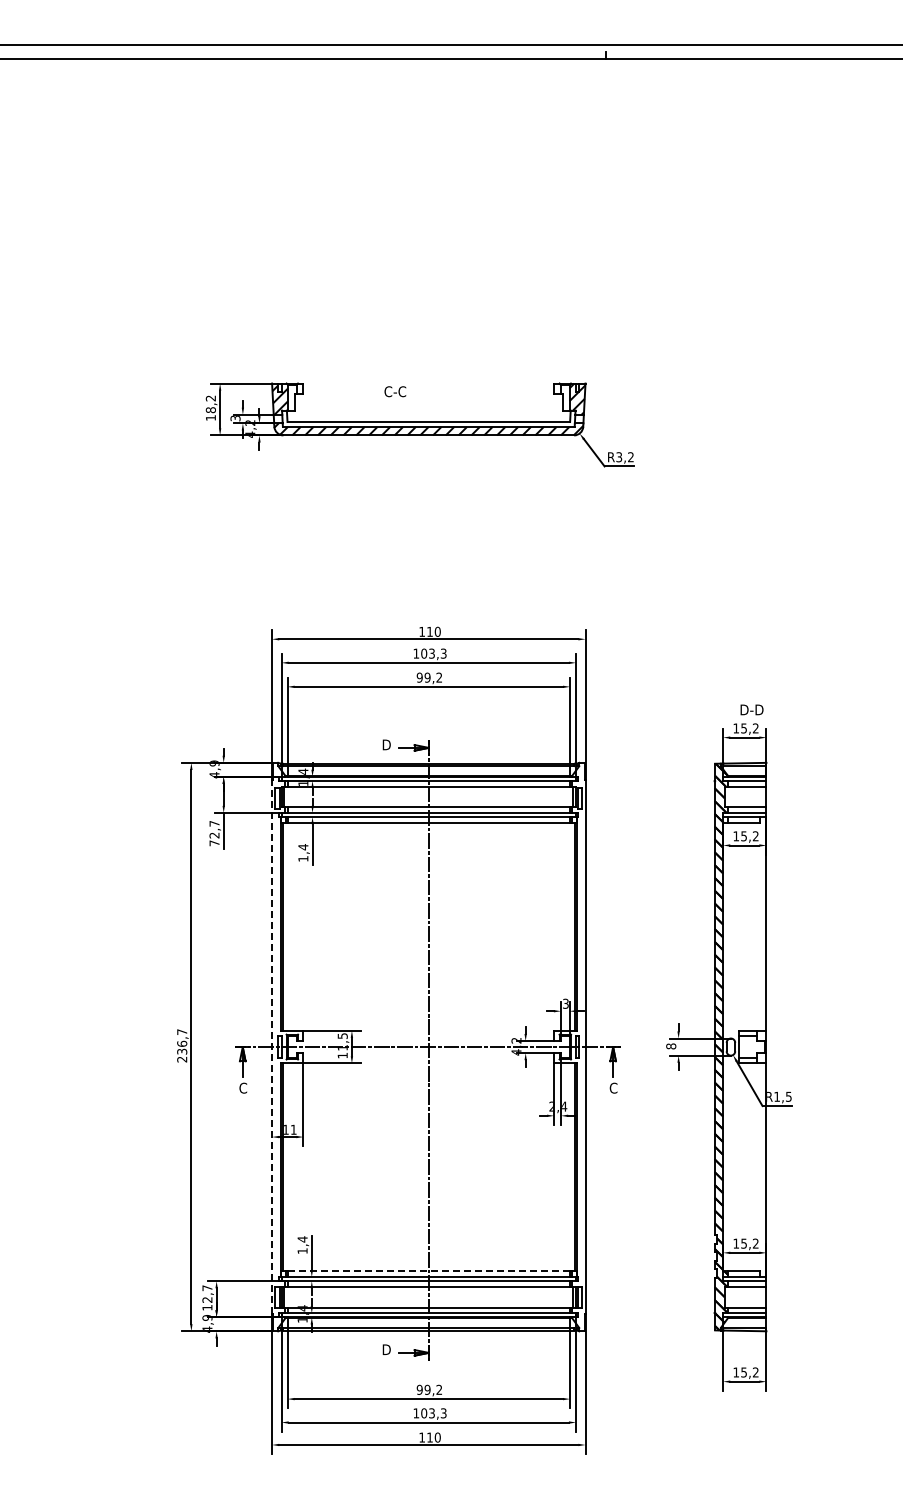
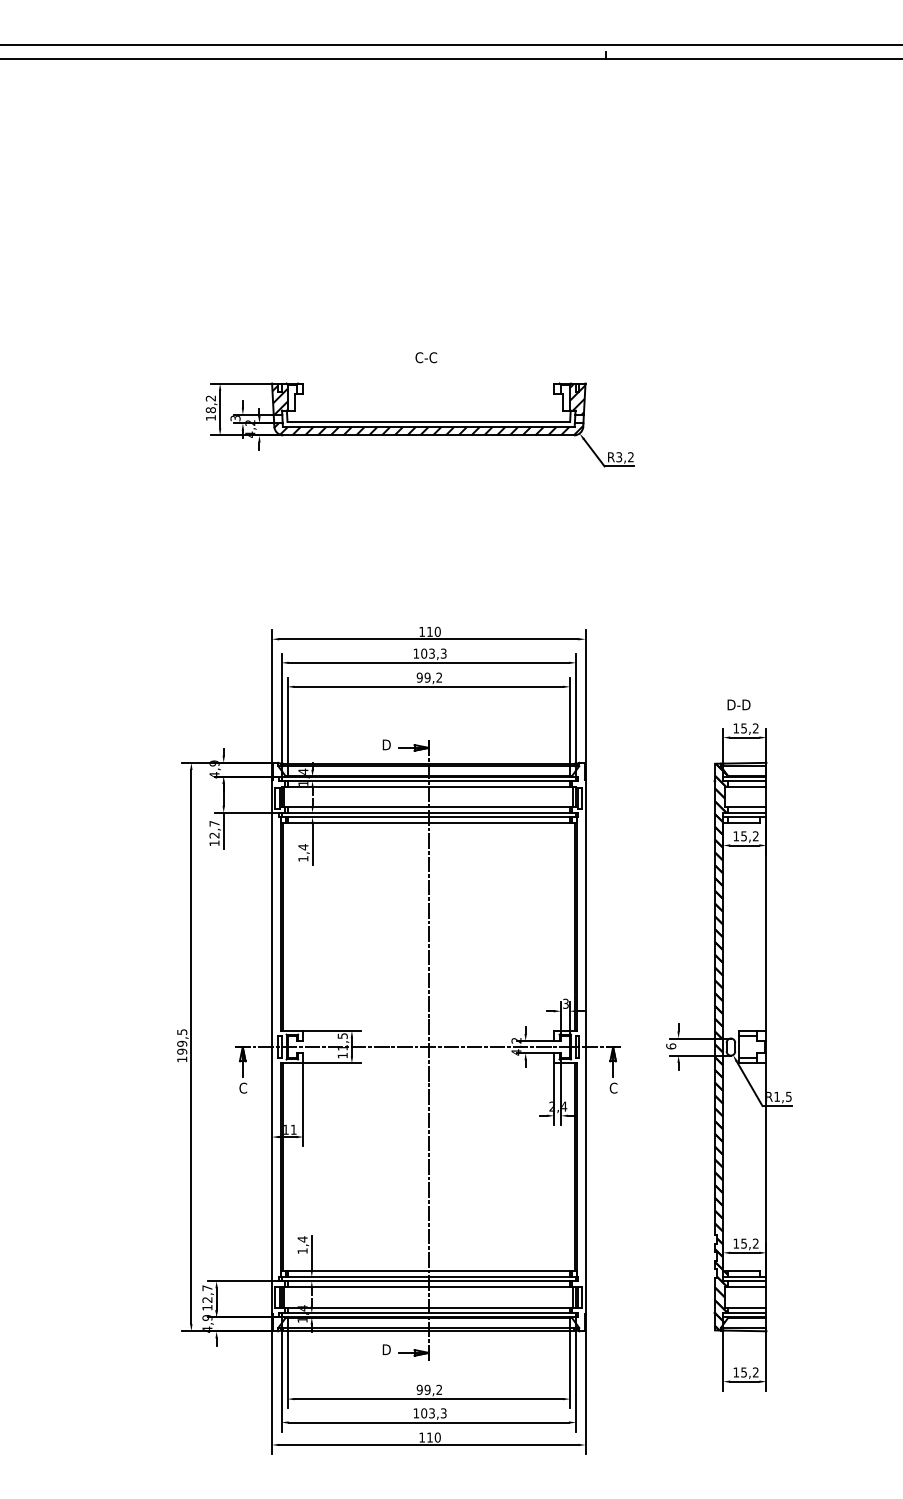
text at (395, 391) position: (395, 391) -> (426, 357)
text at (751, 709) position: (751, 709) -> (738, 704)
text at (214, 843): 72,7 -> 12,7
text at (182, 1045): 236,7 -> 199,5
text at (671, 1046): 8 -> 6
line at (272, 1047): dashed -> solid
line at (428, 1271): dashed -> solid
